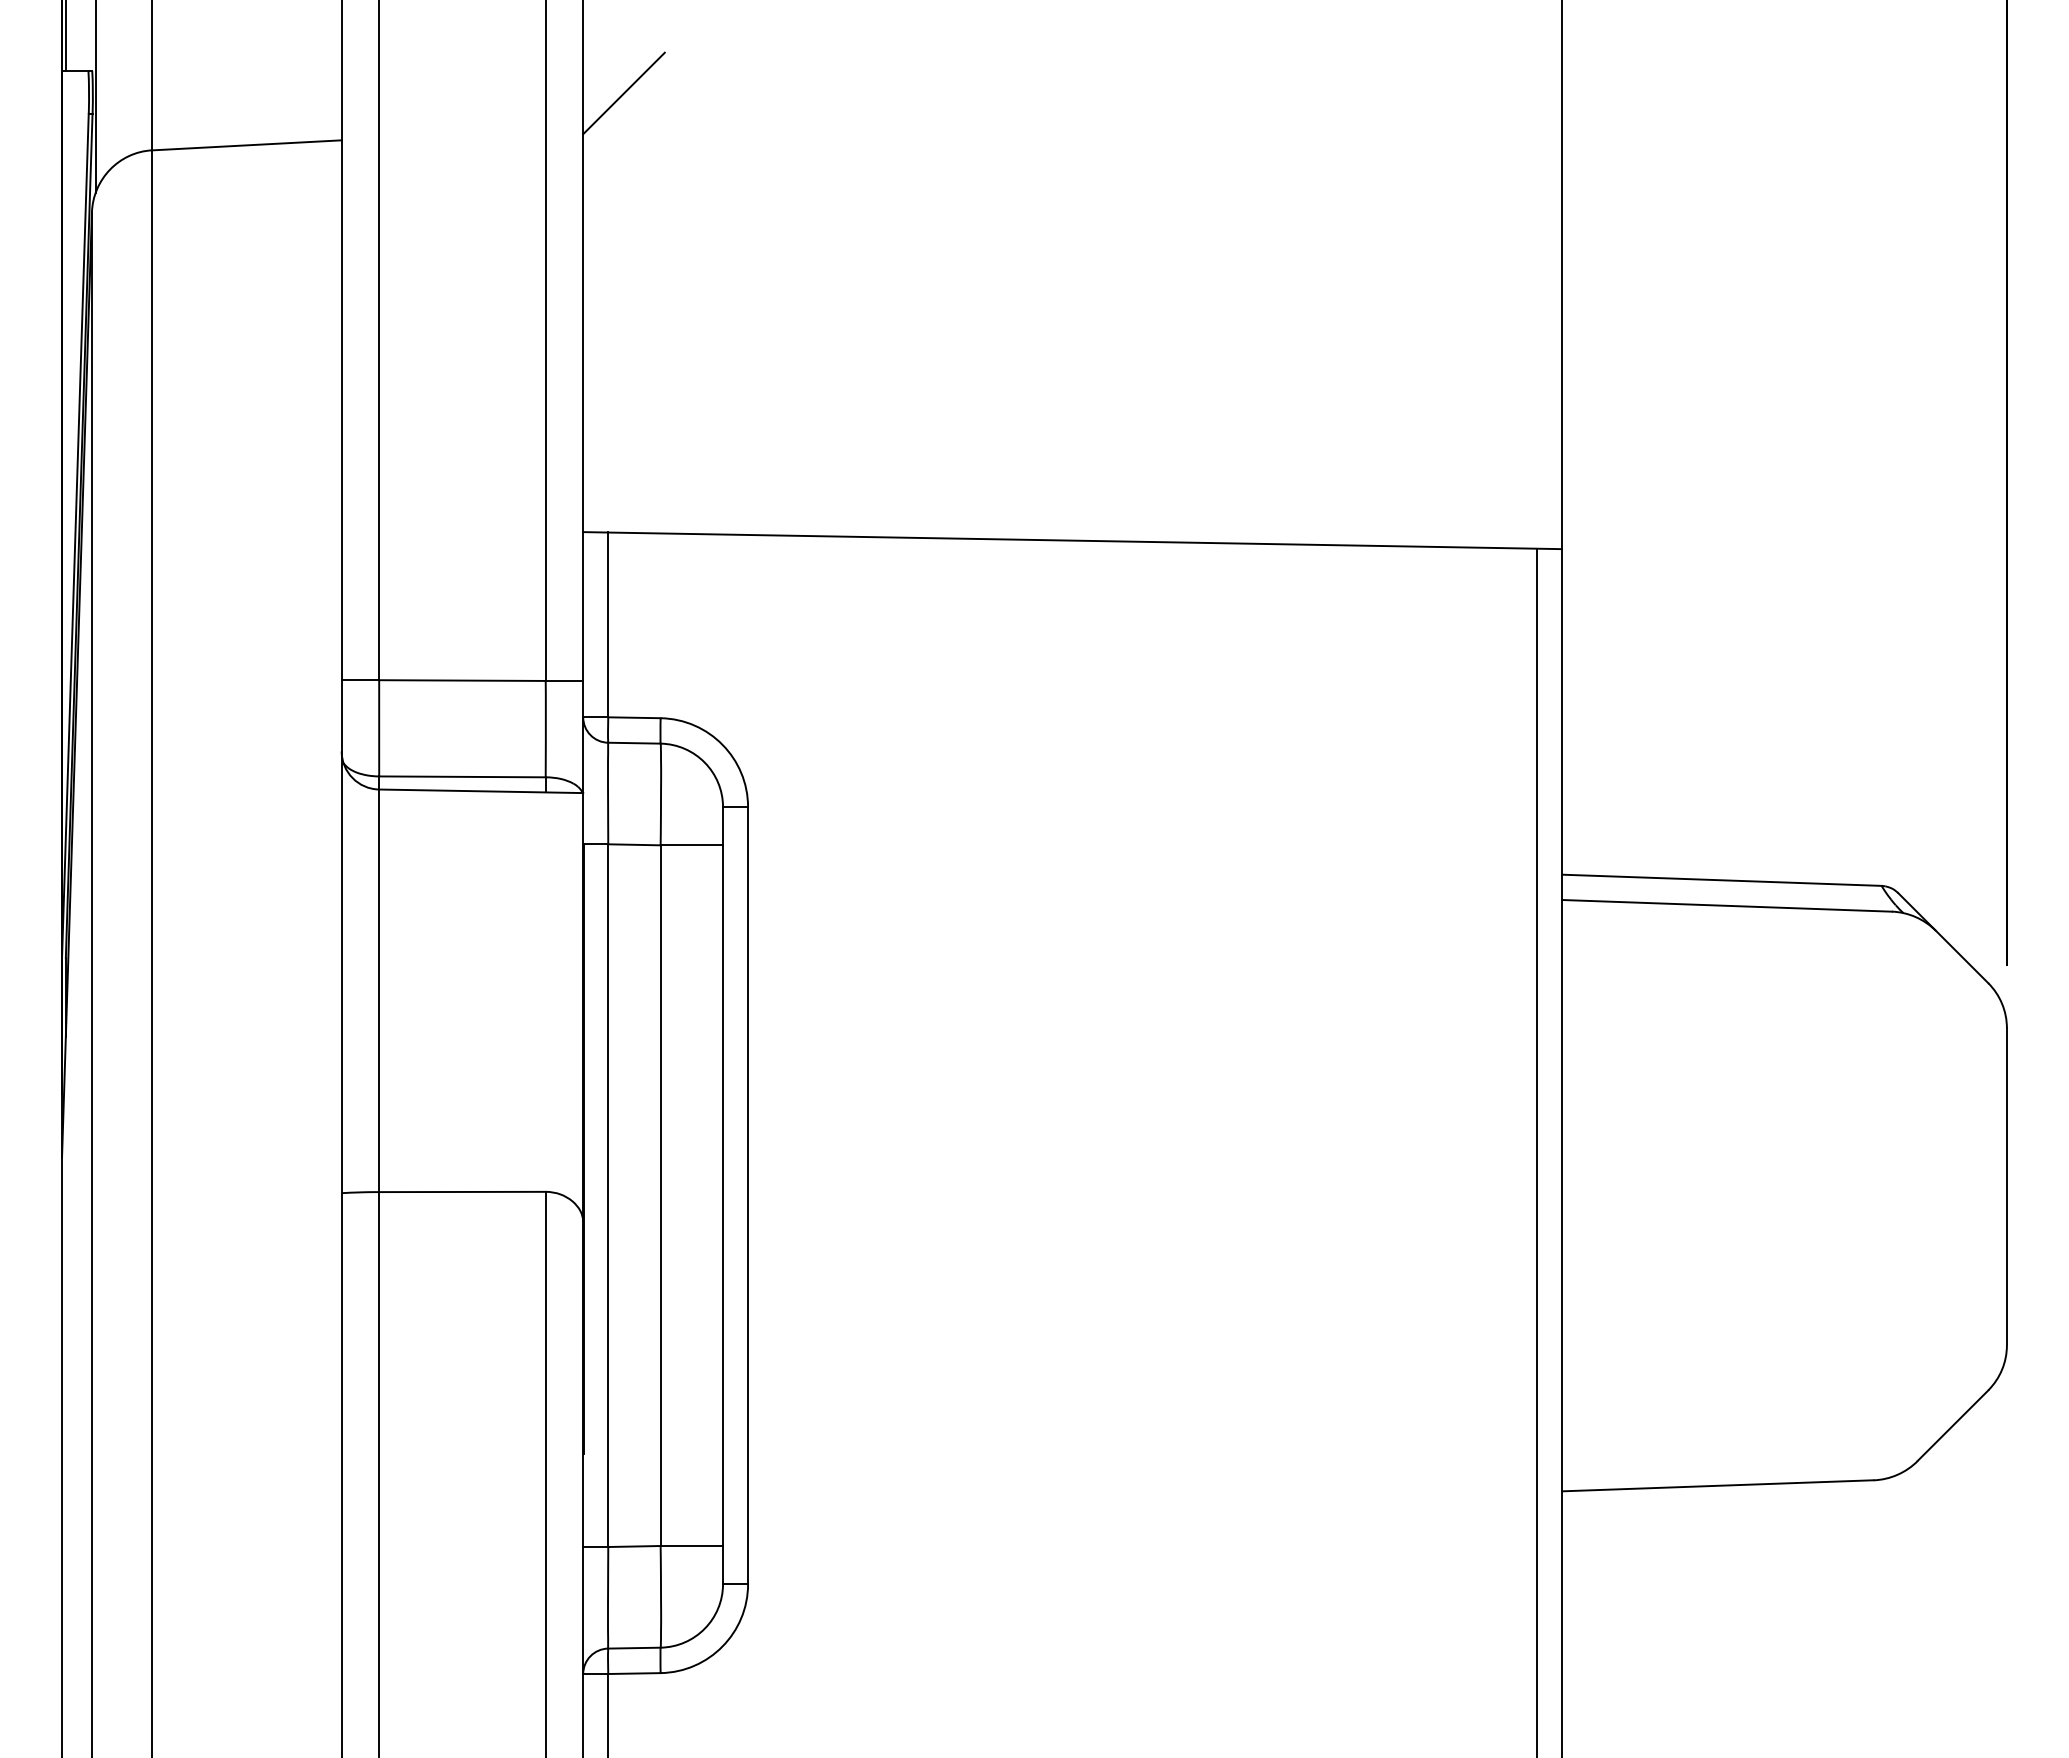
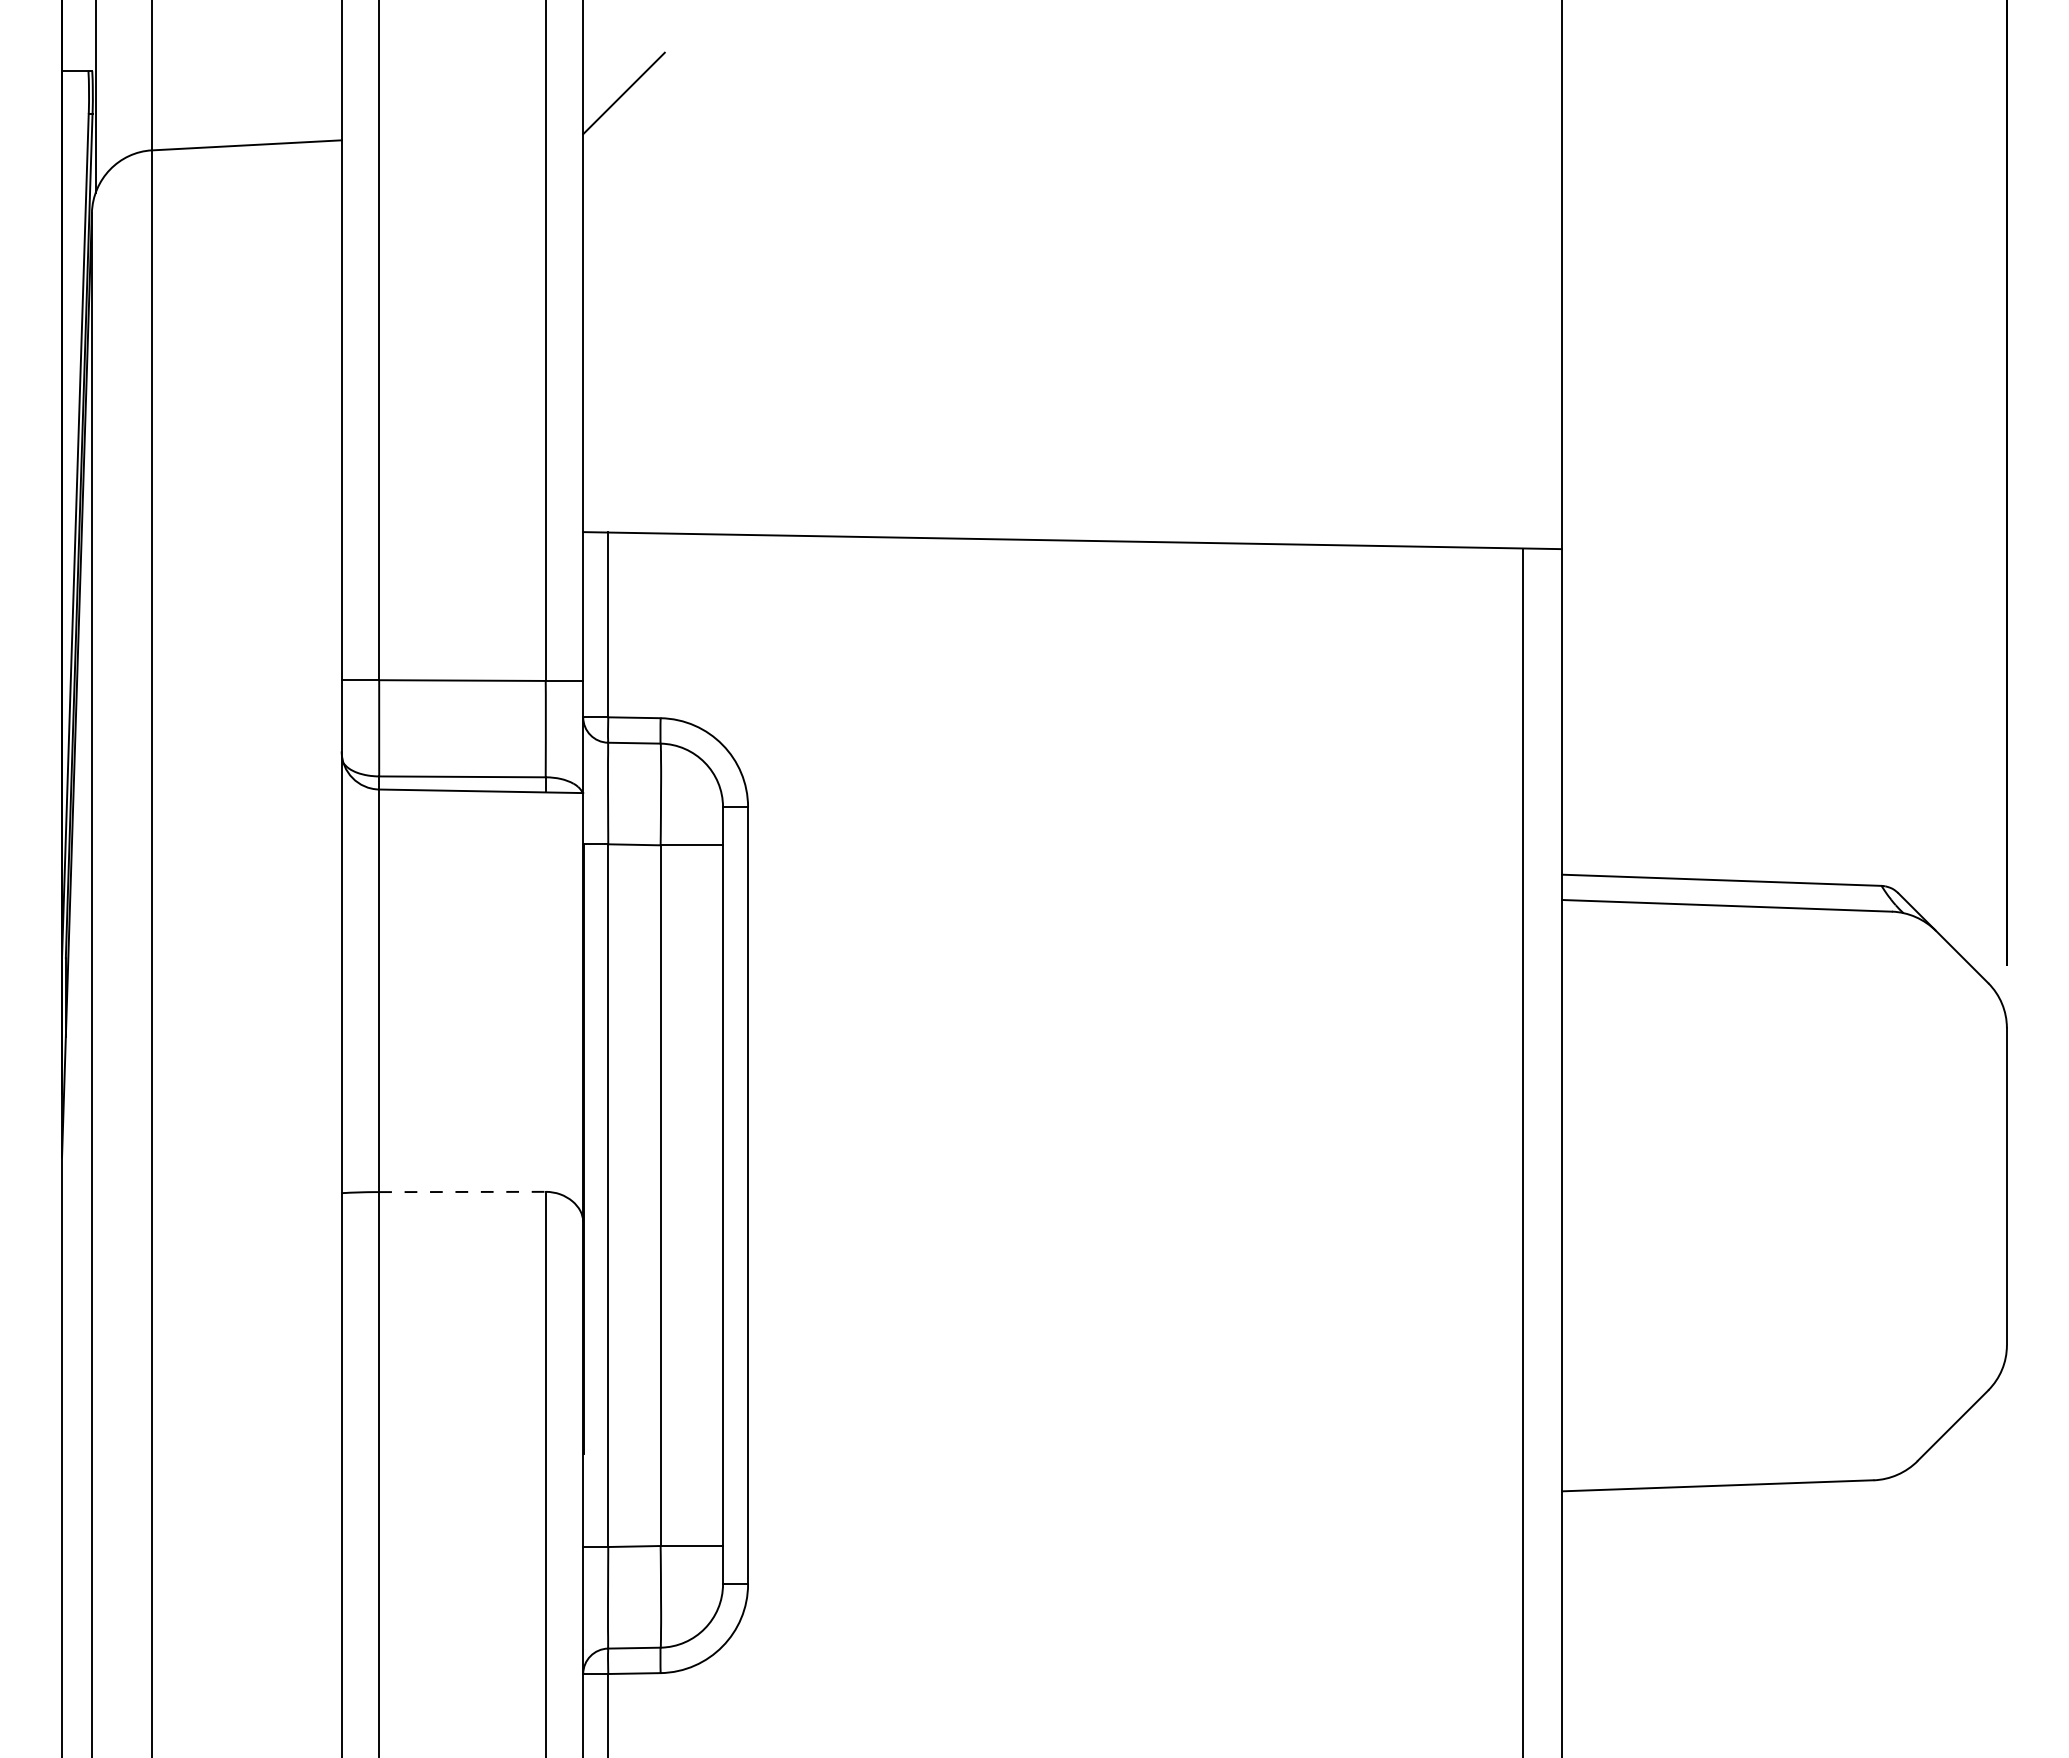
line at (65, 36): present -> none
line at (1537, 1151) position: (1537, 1151) -> (1523, 1151)
line at (462, 1191): solid -> dashed
